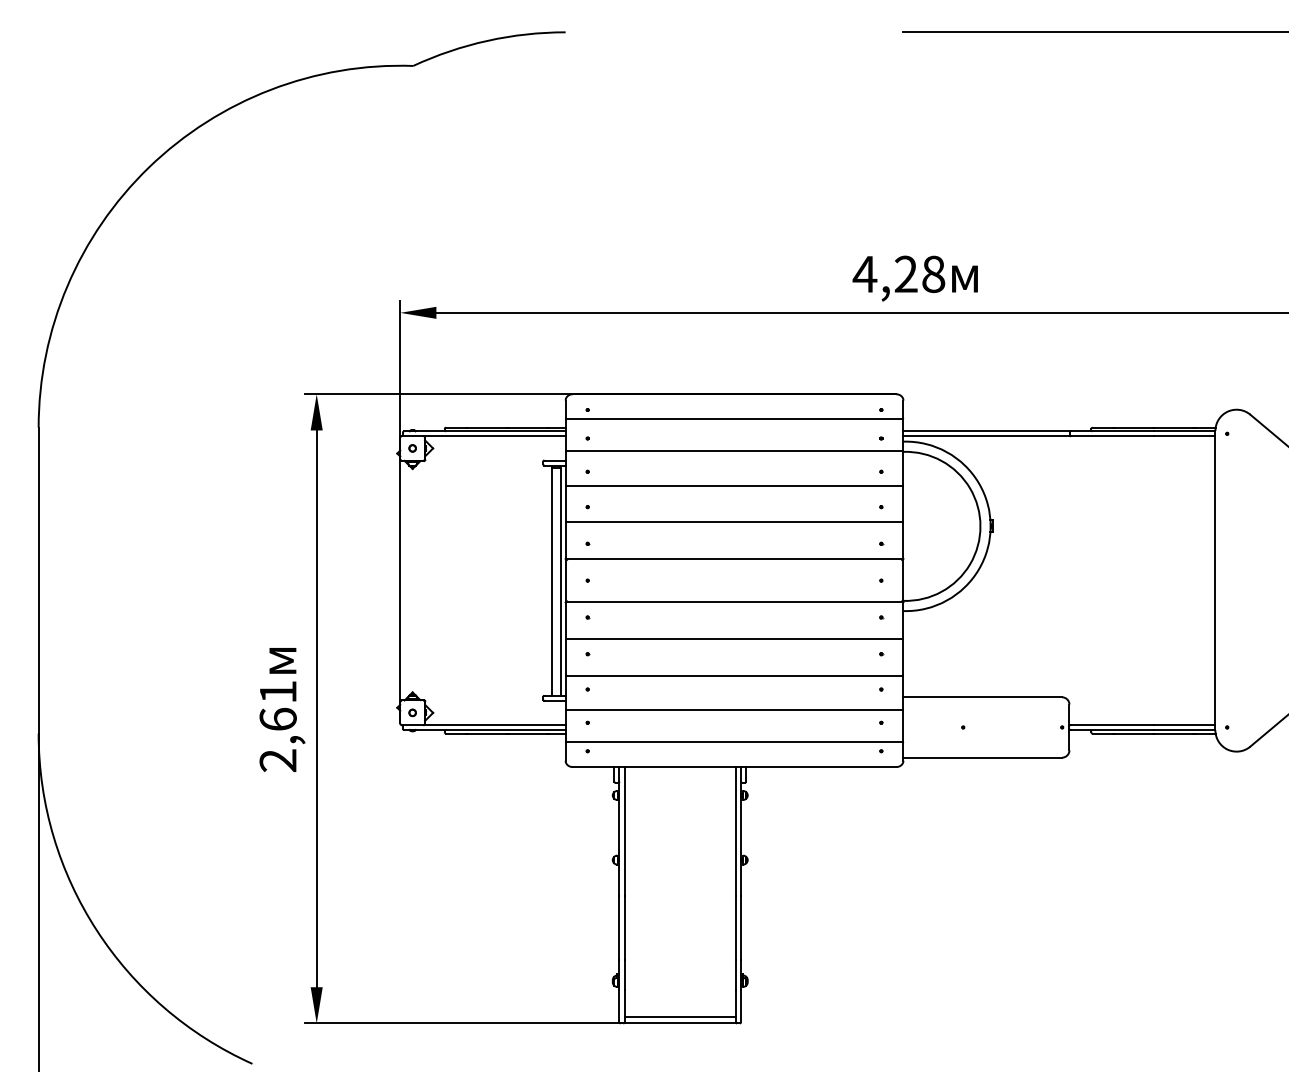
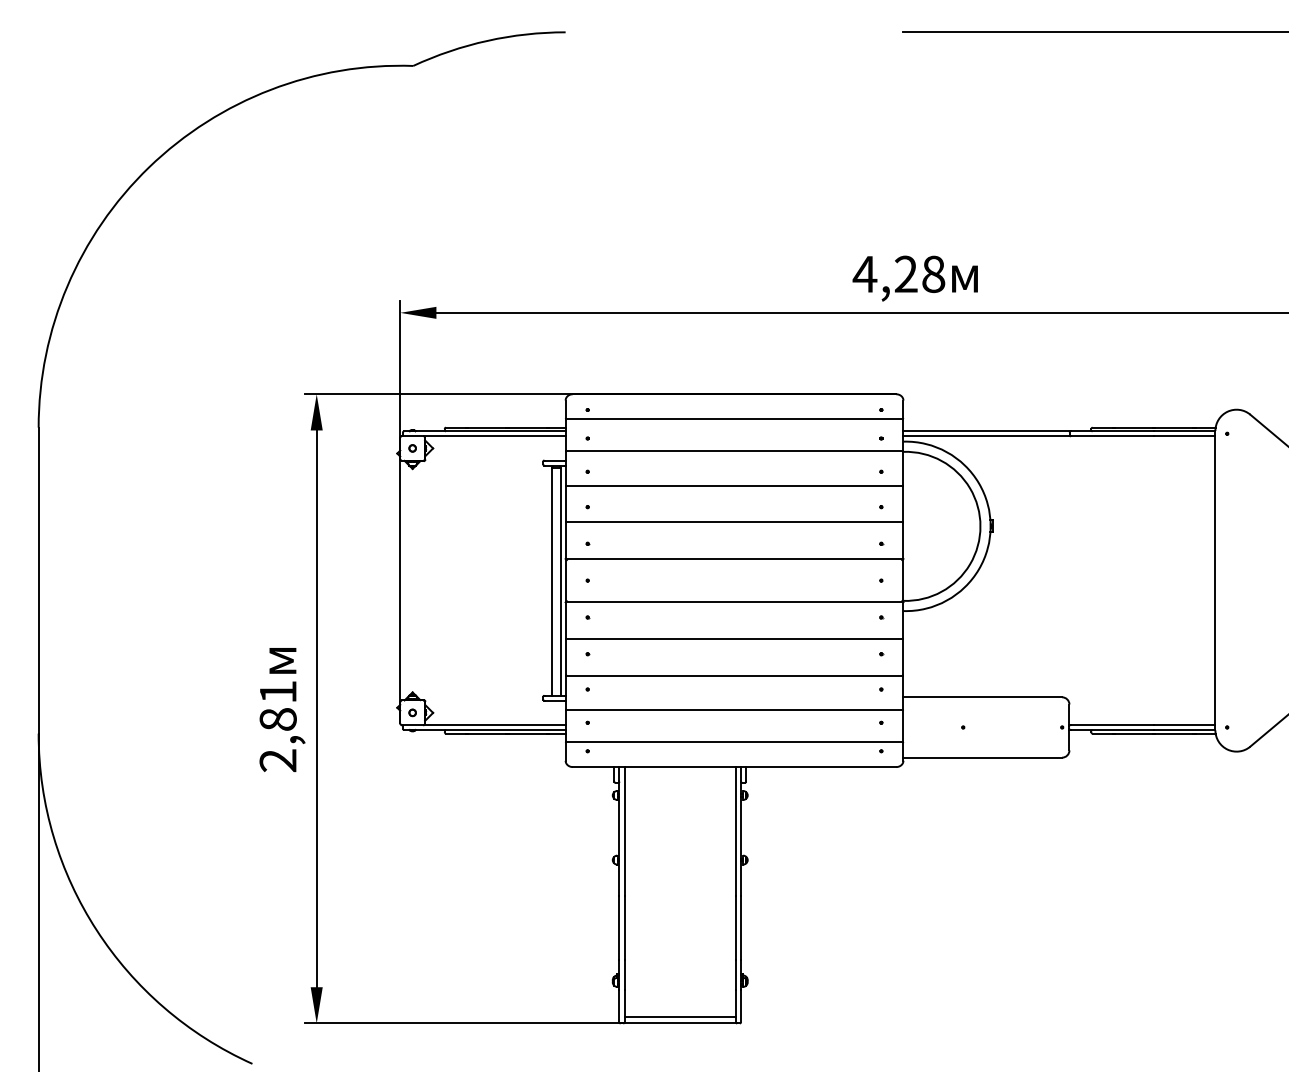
text at (277, 718): 2,61 -> 2,81
